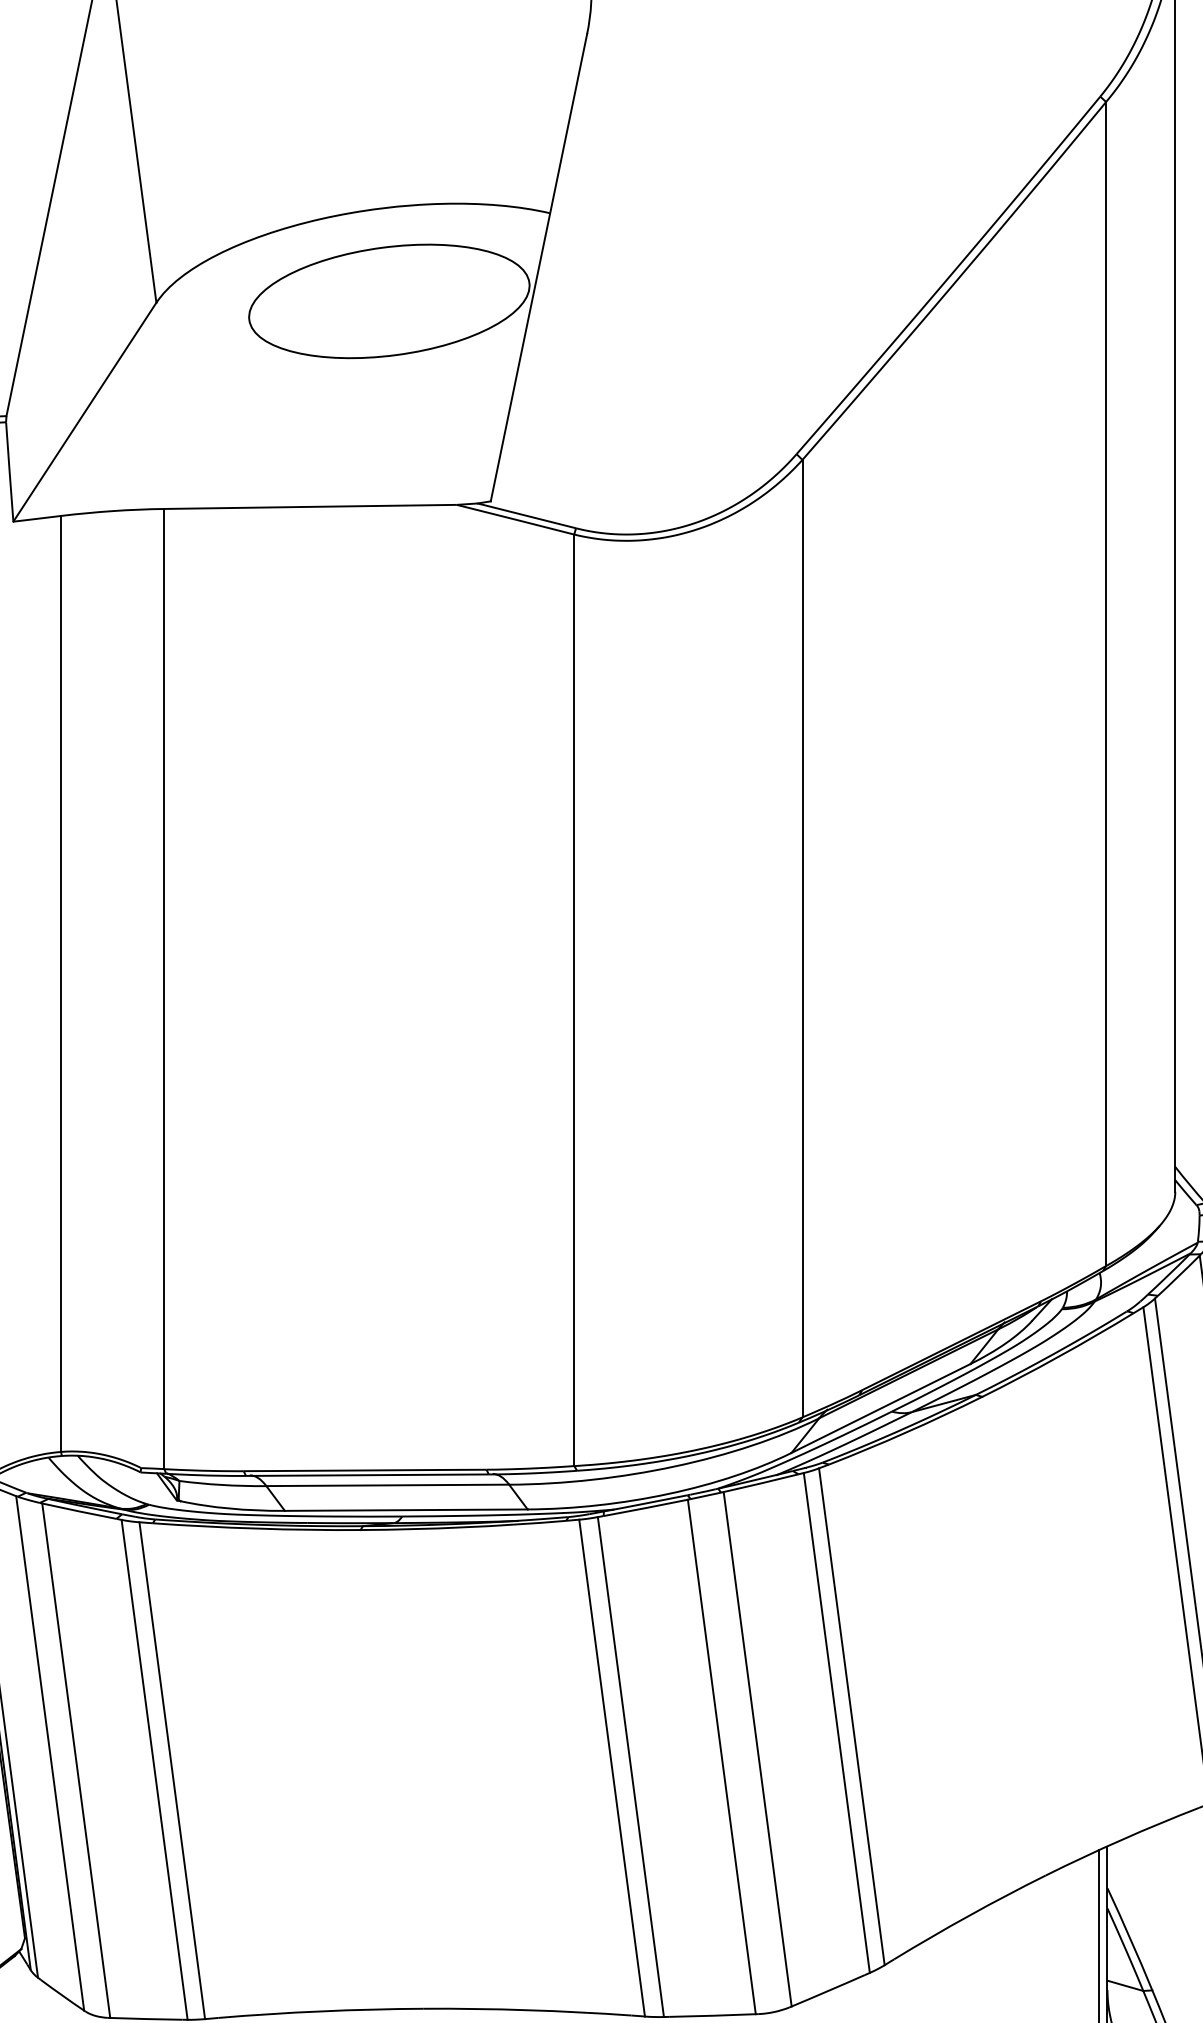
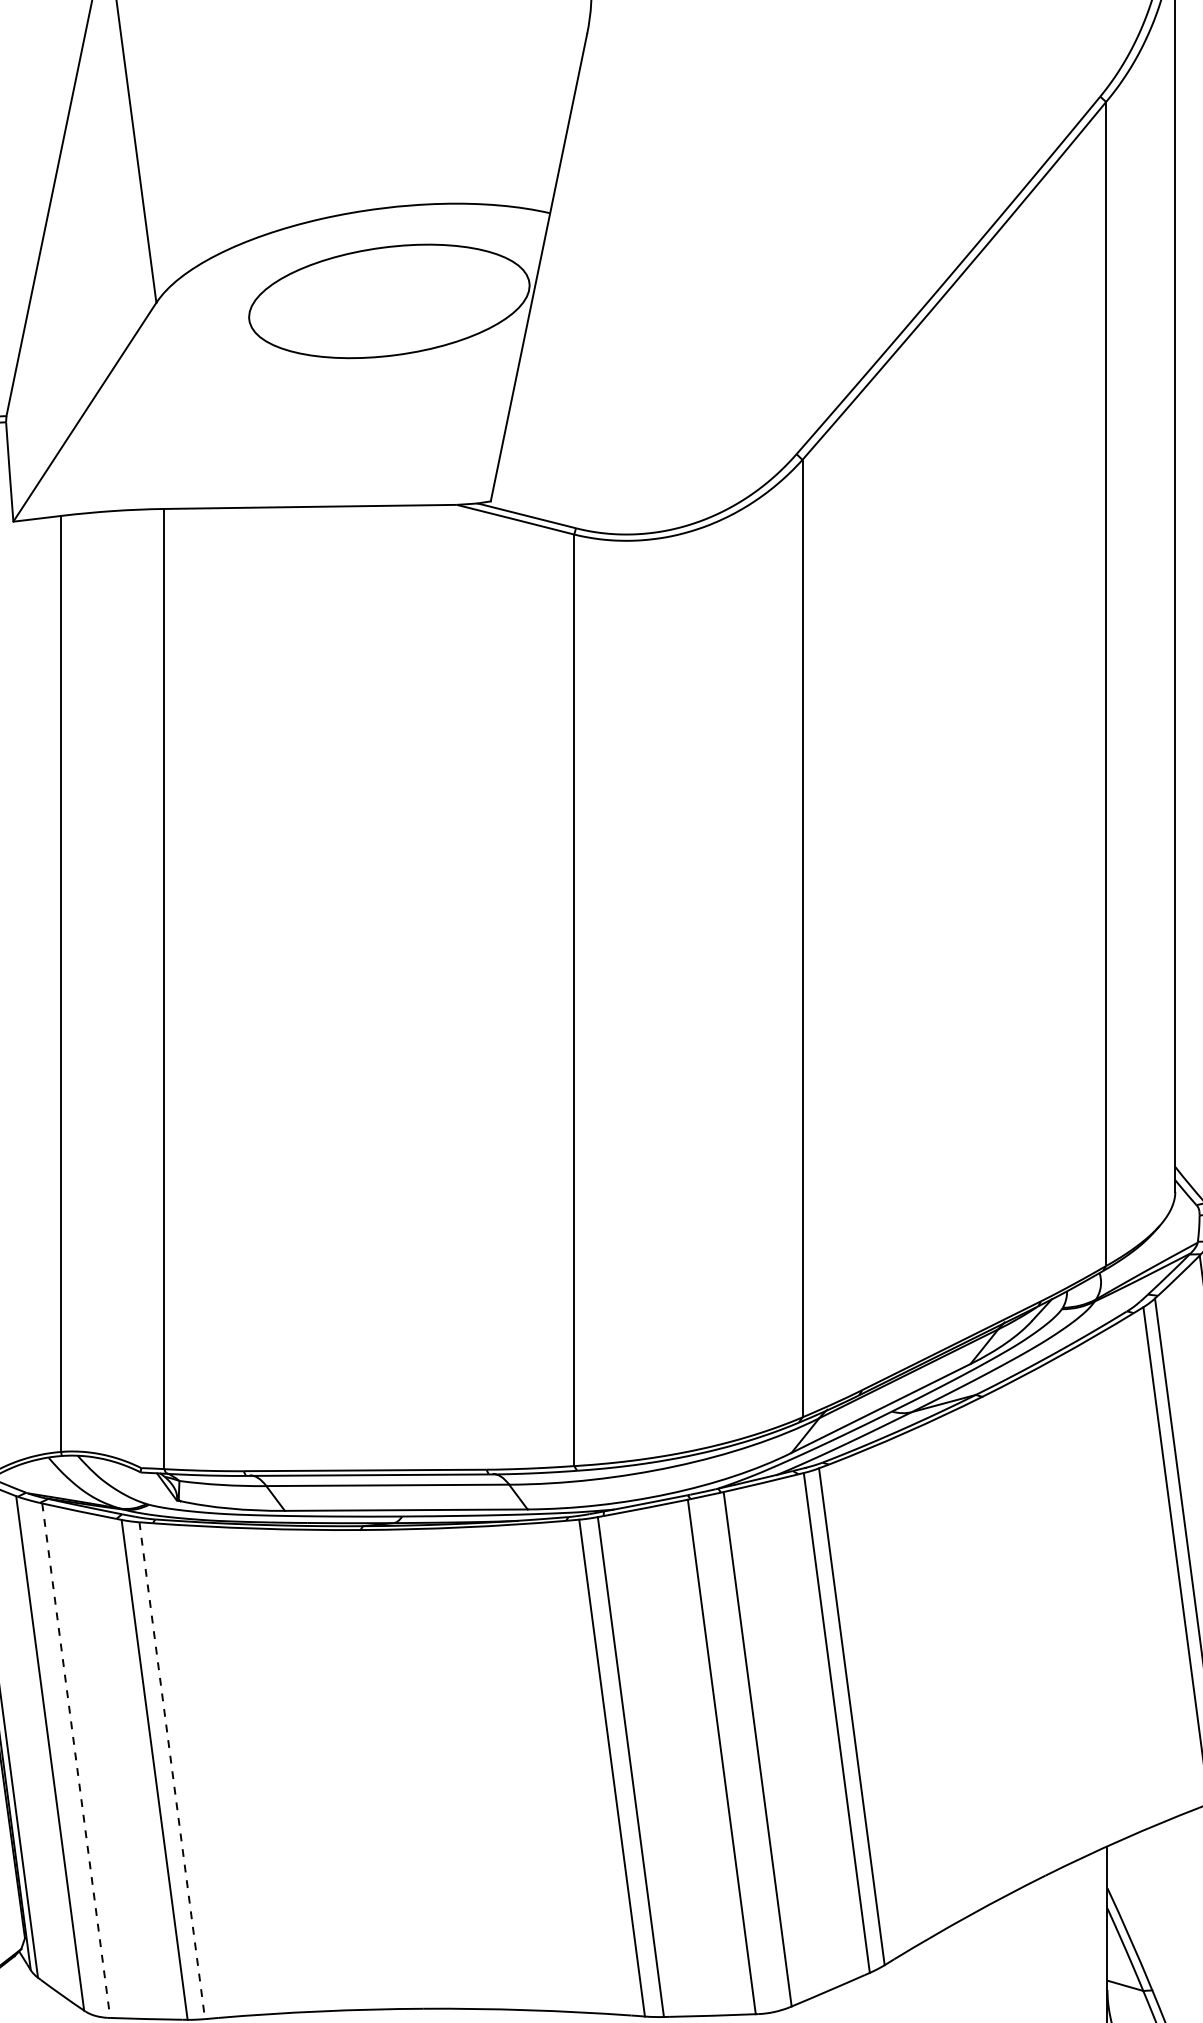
line at (76, 1761): solid -> dashed
line at (172, 1770): solid -> dashed
line at (1099, 1934): present -> none
